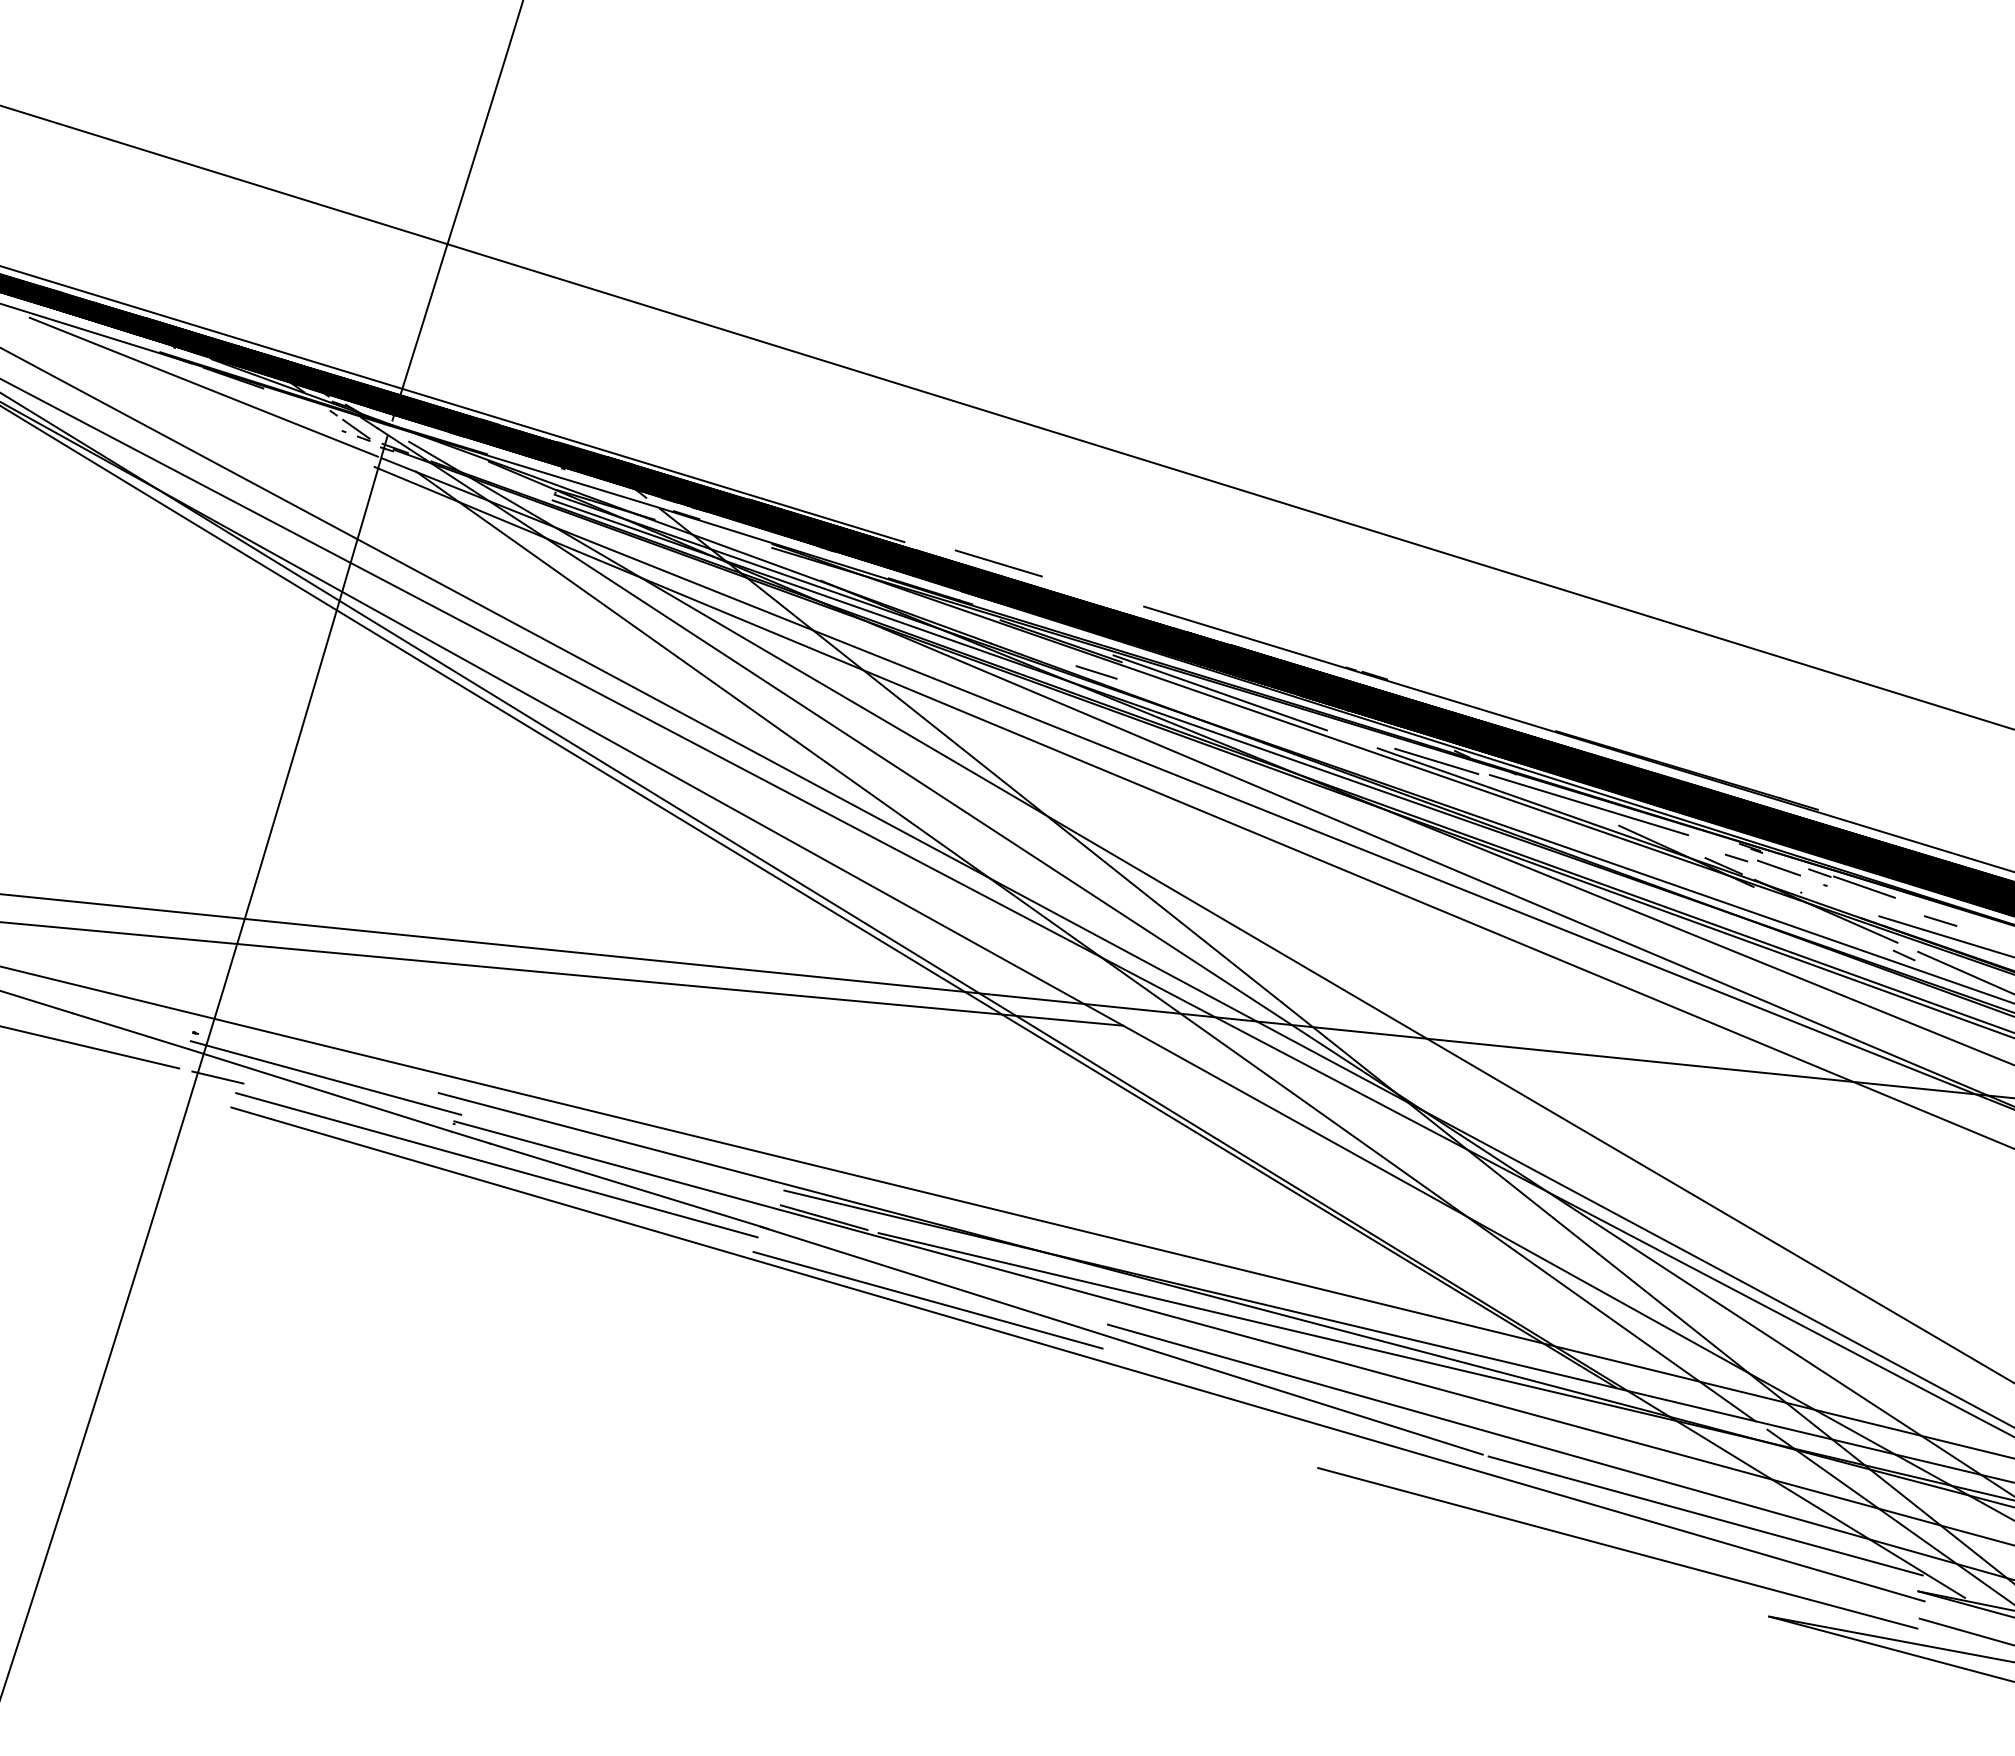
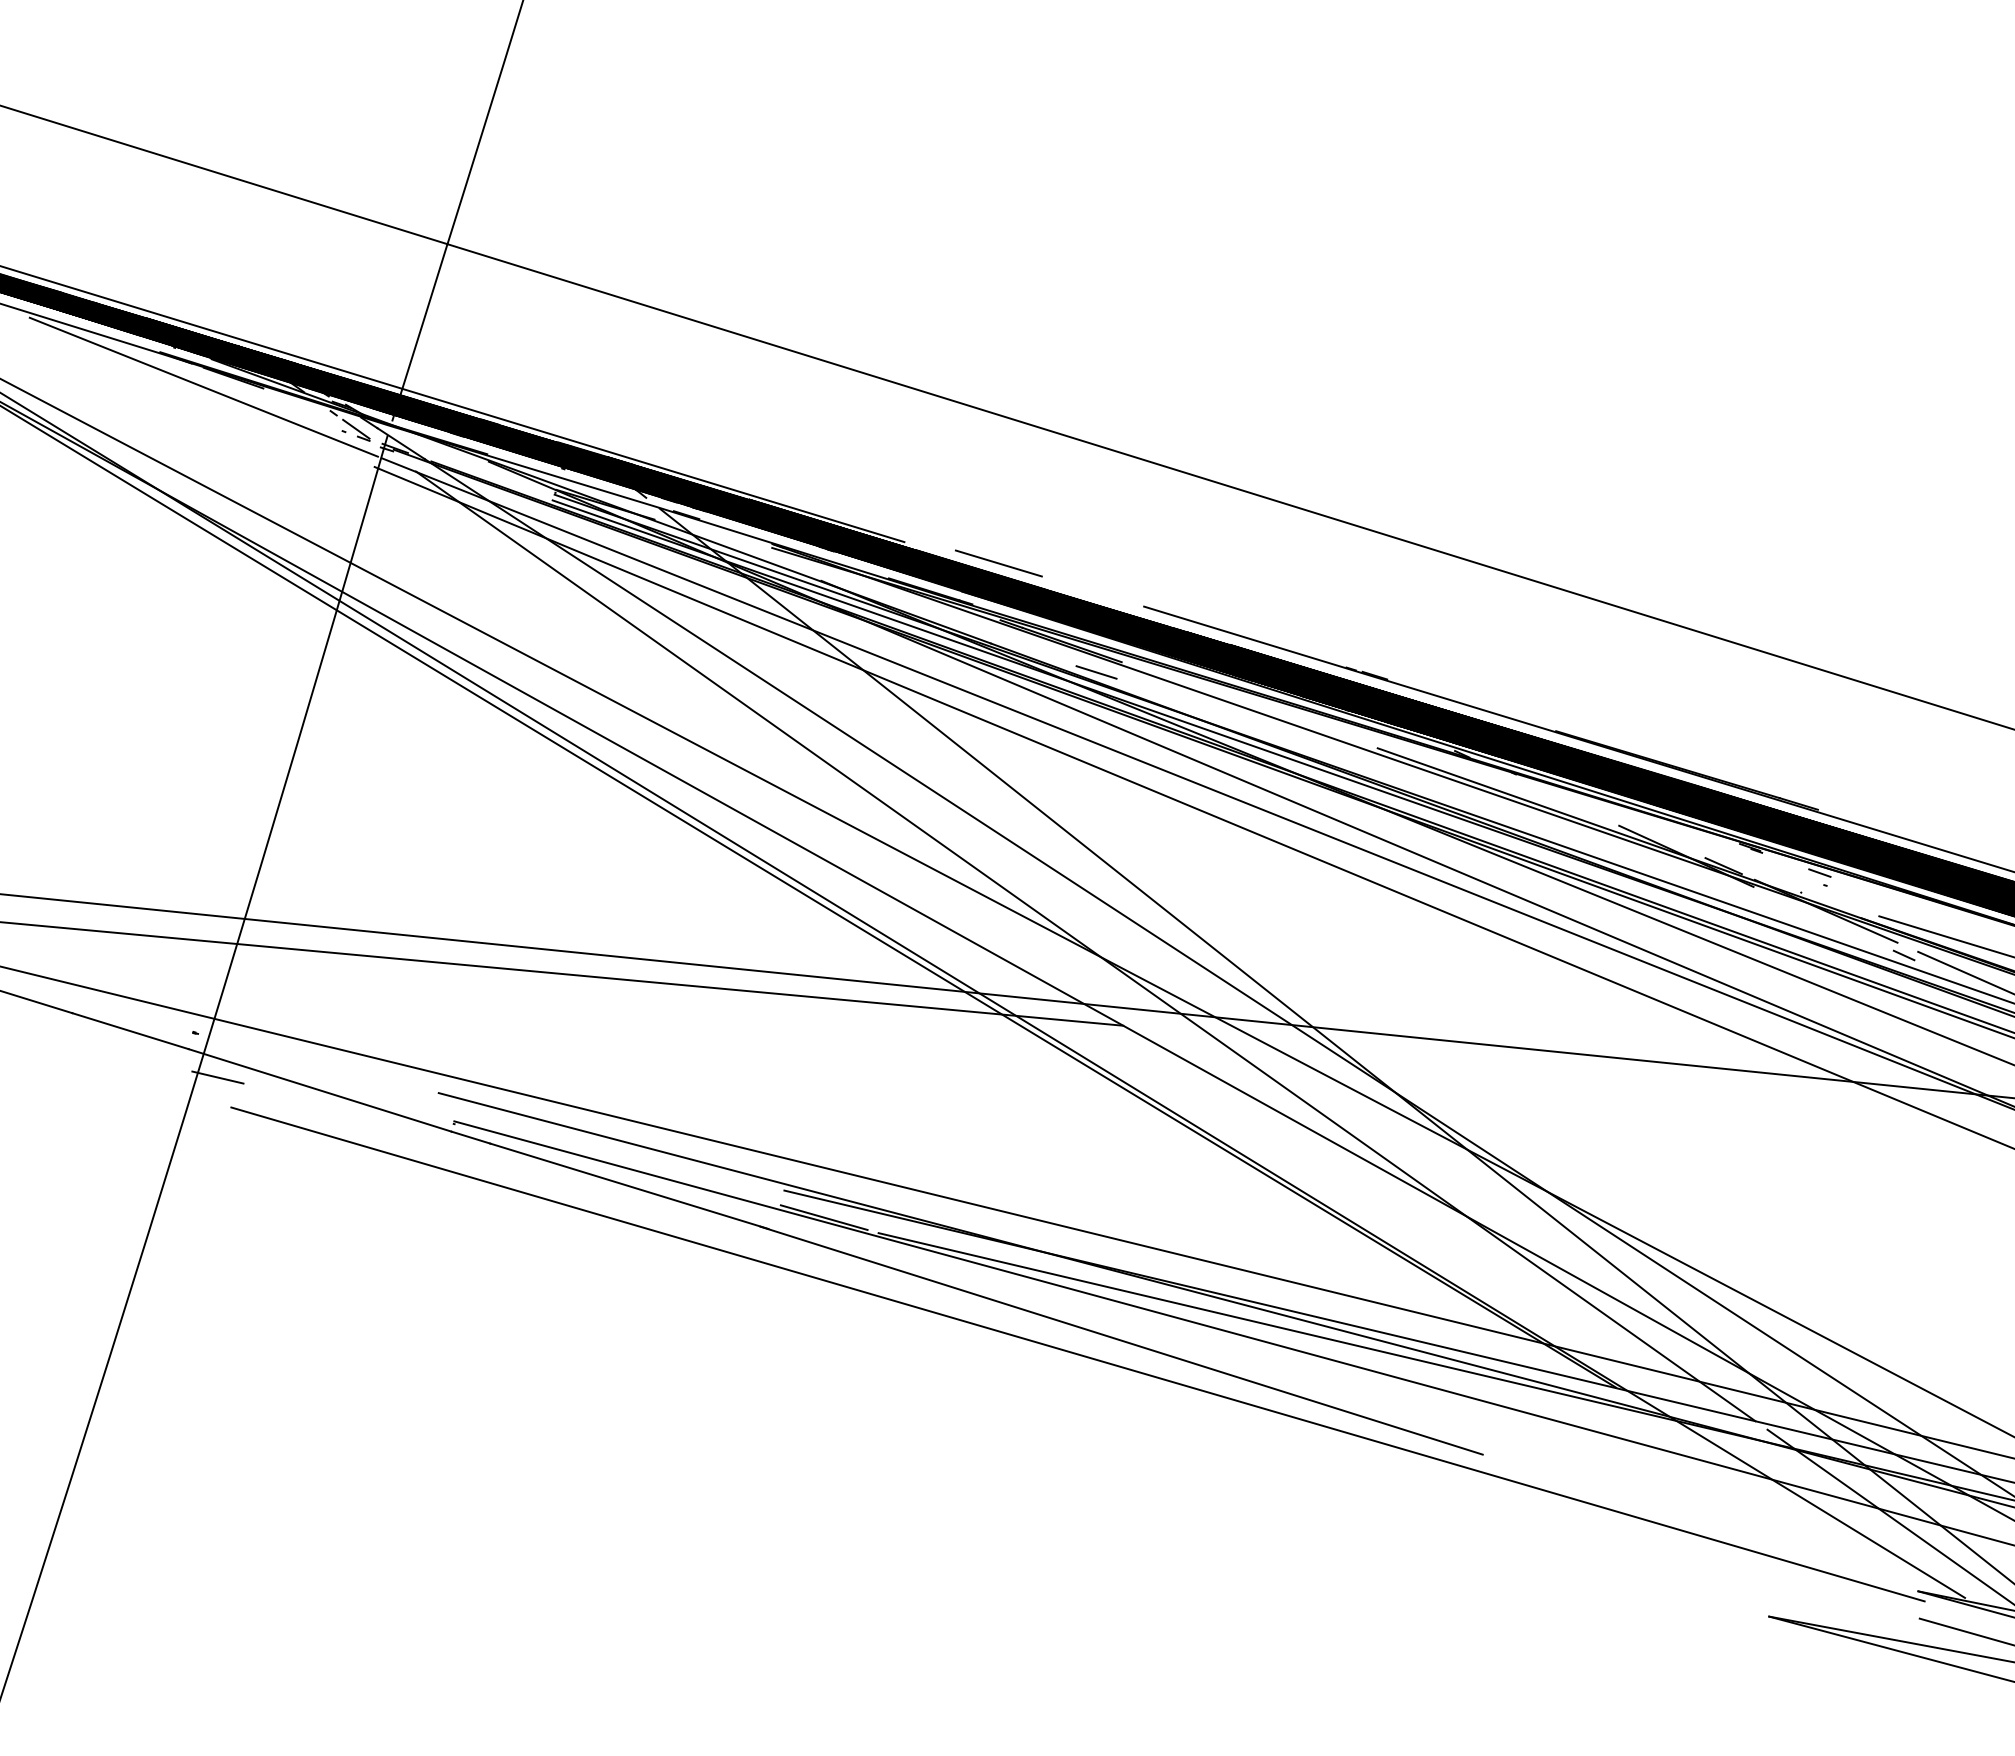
line at (1219, 692): present -> none
line at (1436, 761): present -> none
line at (1588, 805): present -> none
line at (1736, 857): present -> none
line at (1778, 867): present -> none
line at (1864, 886): present -> none
line at (1006, 887): present -> none
line at (1210, 911): present -> none
line at (1940, 920): present -> none
line at (90, 1047): present -> none
line at (325, 1077): present -> none
line at (496, 1165): present -> none
line at (927, 1300): present -> none
line at (1559, 1451): present -> none
line at (1705, 1515): present -> none
line at (1617, 1548): present -> none
